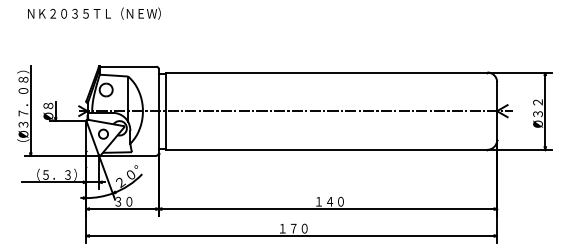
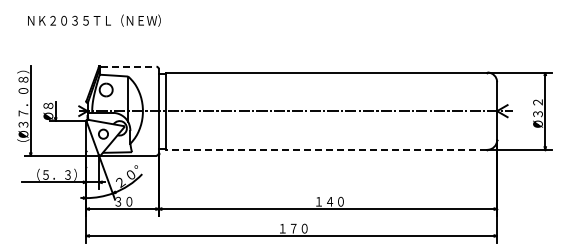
text at (94, 13) position: (94, 13) -> (94, 20)
line at (128, 66): solid -> dashed
line at (326, 149): solid -> dashed
